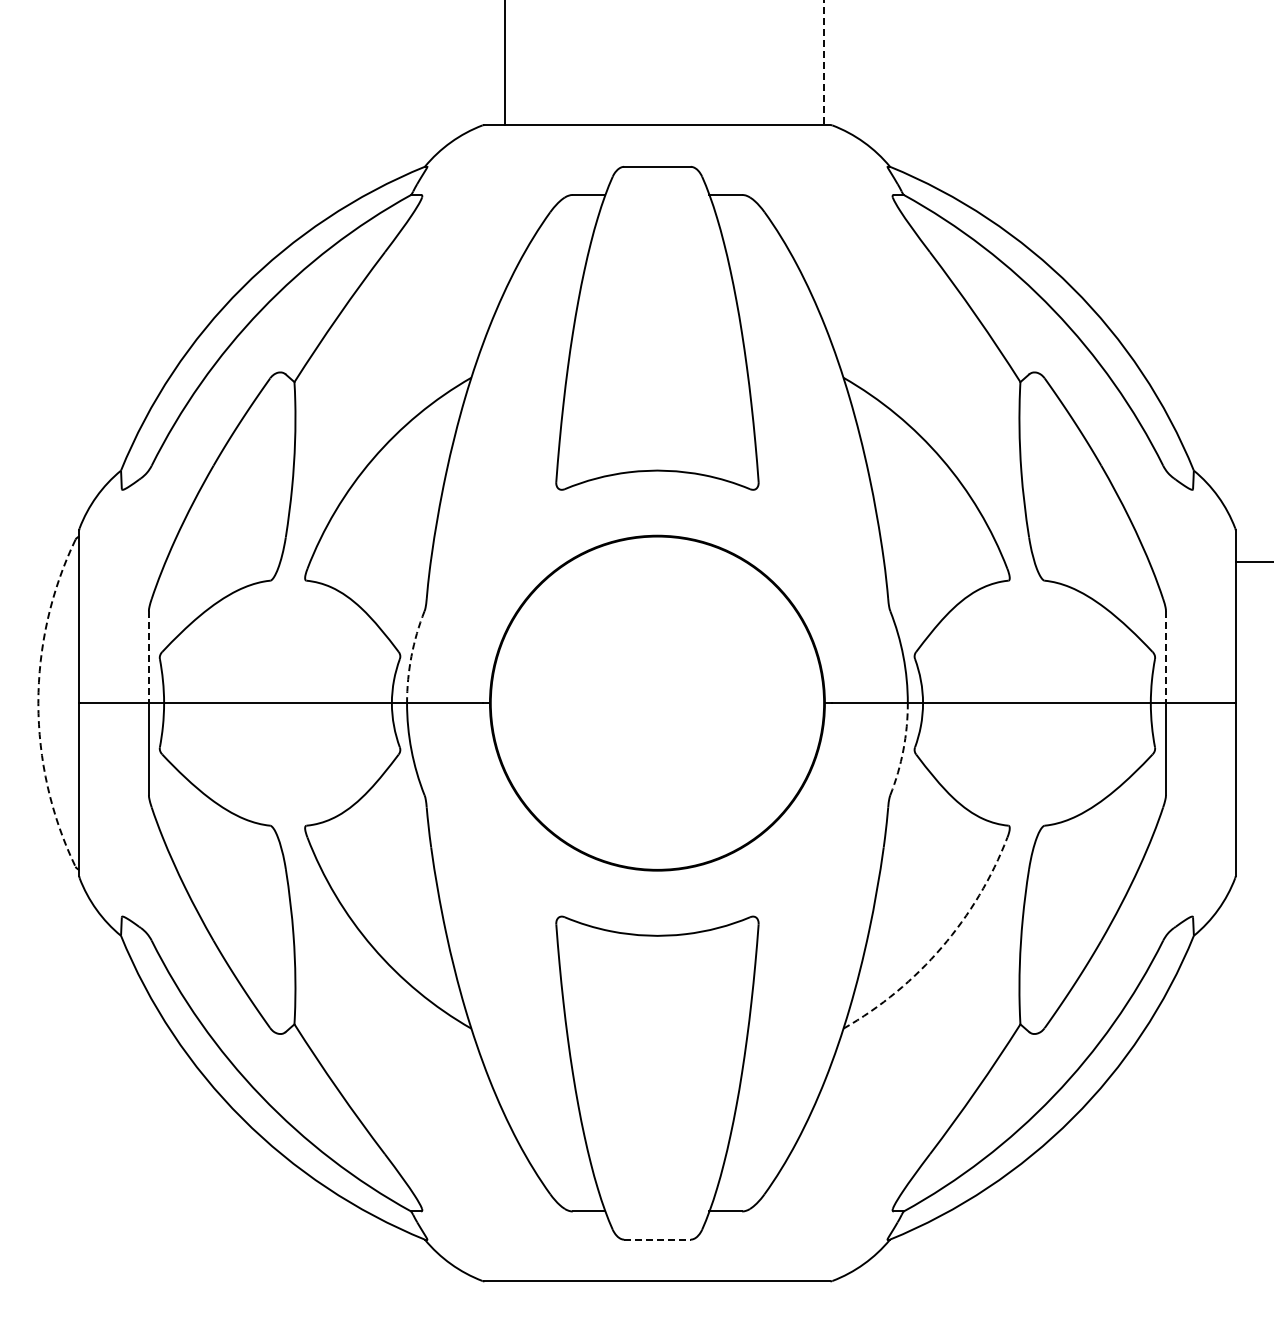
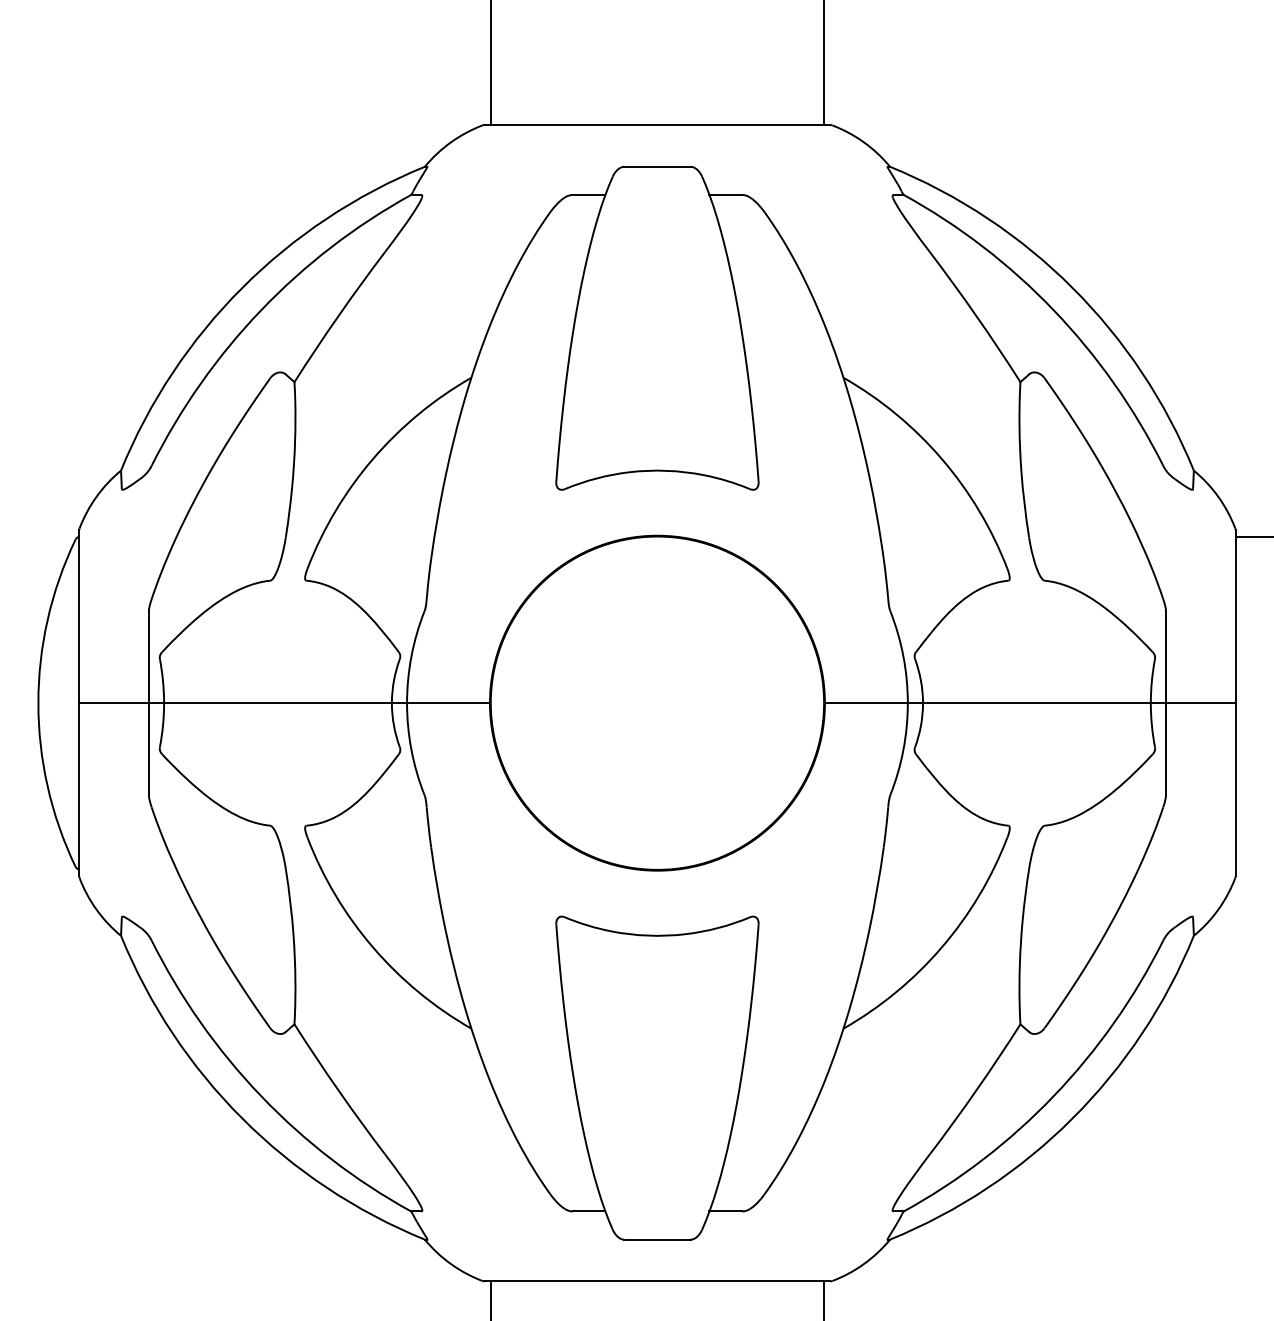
line at (504, 63) position: (504, 63) -> (490, 63)
line at (824, 63): dashed -> solid
line at (1252, 561) position: (1252, 561) -> (1252, 536)
arc at (411, 656): dashed -> solid
line at (148, 657): dashed -> solid
line at (1165, 657): dashed -> solid
arc at (38, 703): dashed -> solid
arc at (903, 750): dashed -> solid
arc at (941, 947): dashed -> solid
line at (657, 1239): dashed -> solid
line at (490, 1299): none -> present
line at (824, 1299): none -> present
